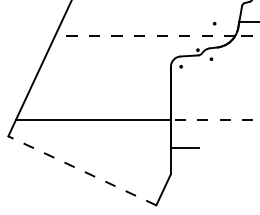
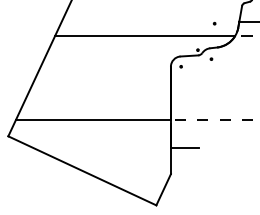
line at (144, 35): dashed -> solid
line at (82, 170): dashed -> solid
